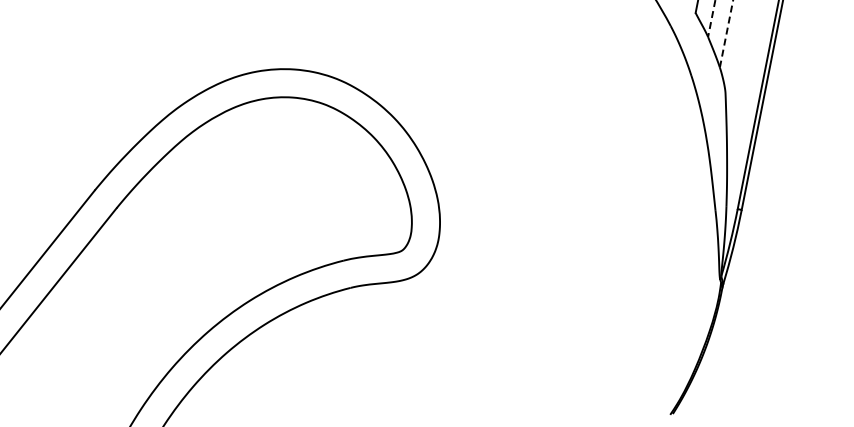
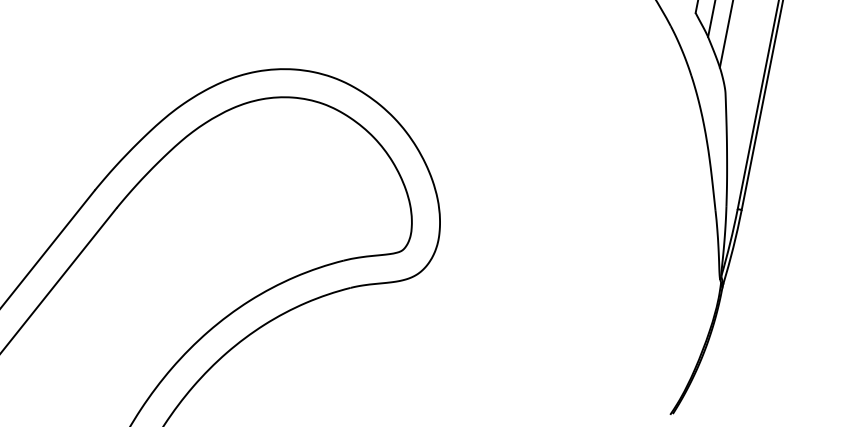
line at (711, 19): dashed -> solid
line at (726, 33): dashed -> solid
